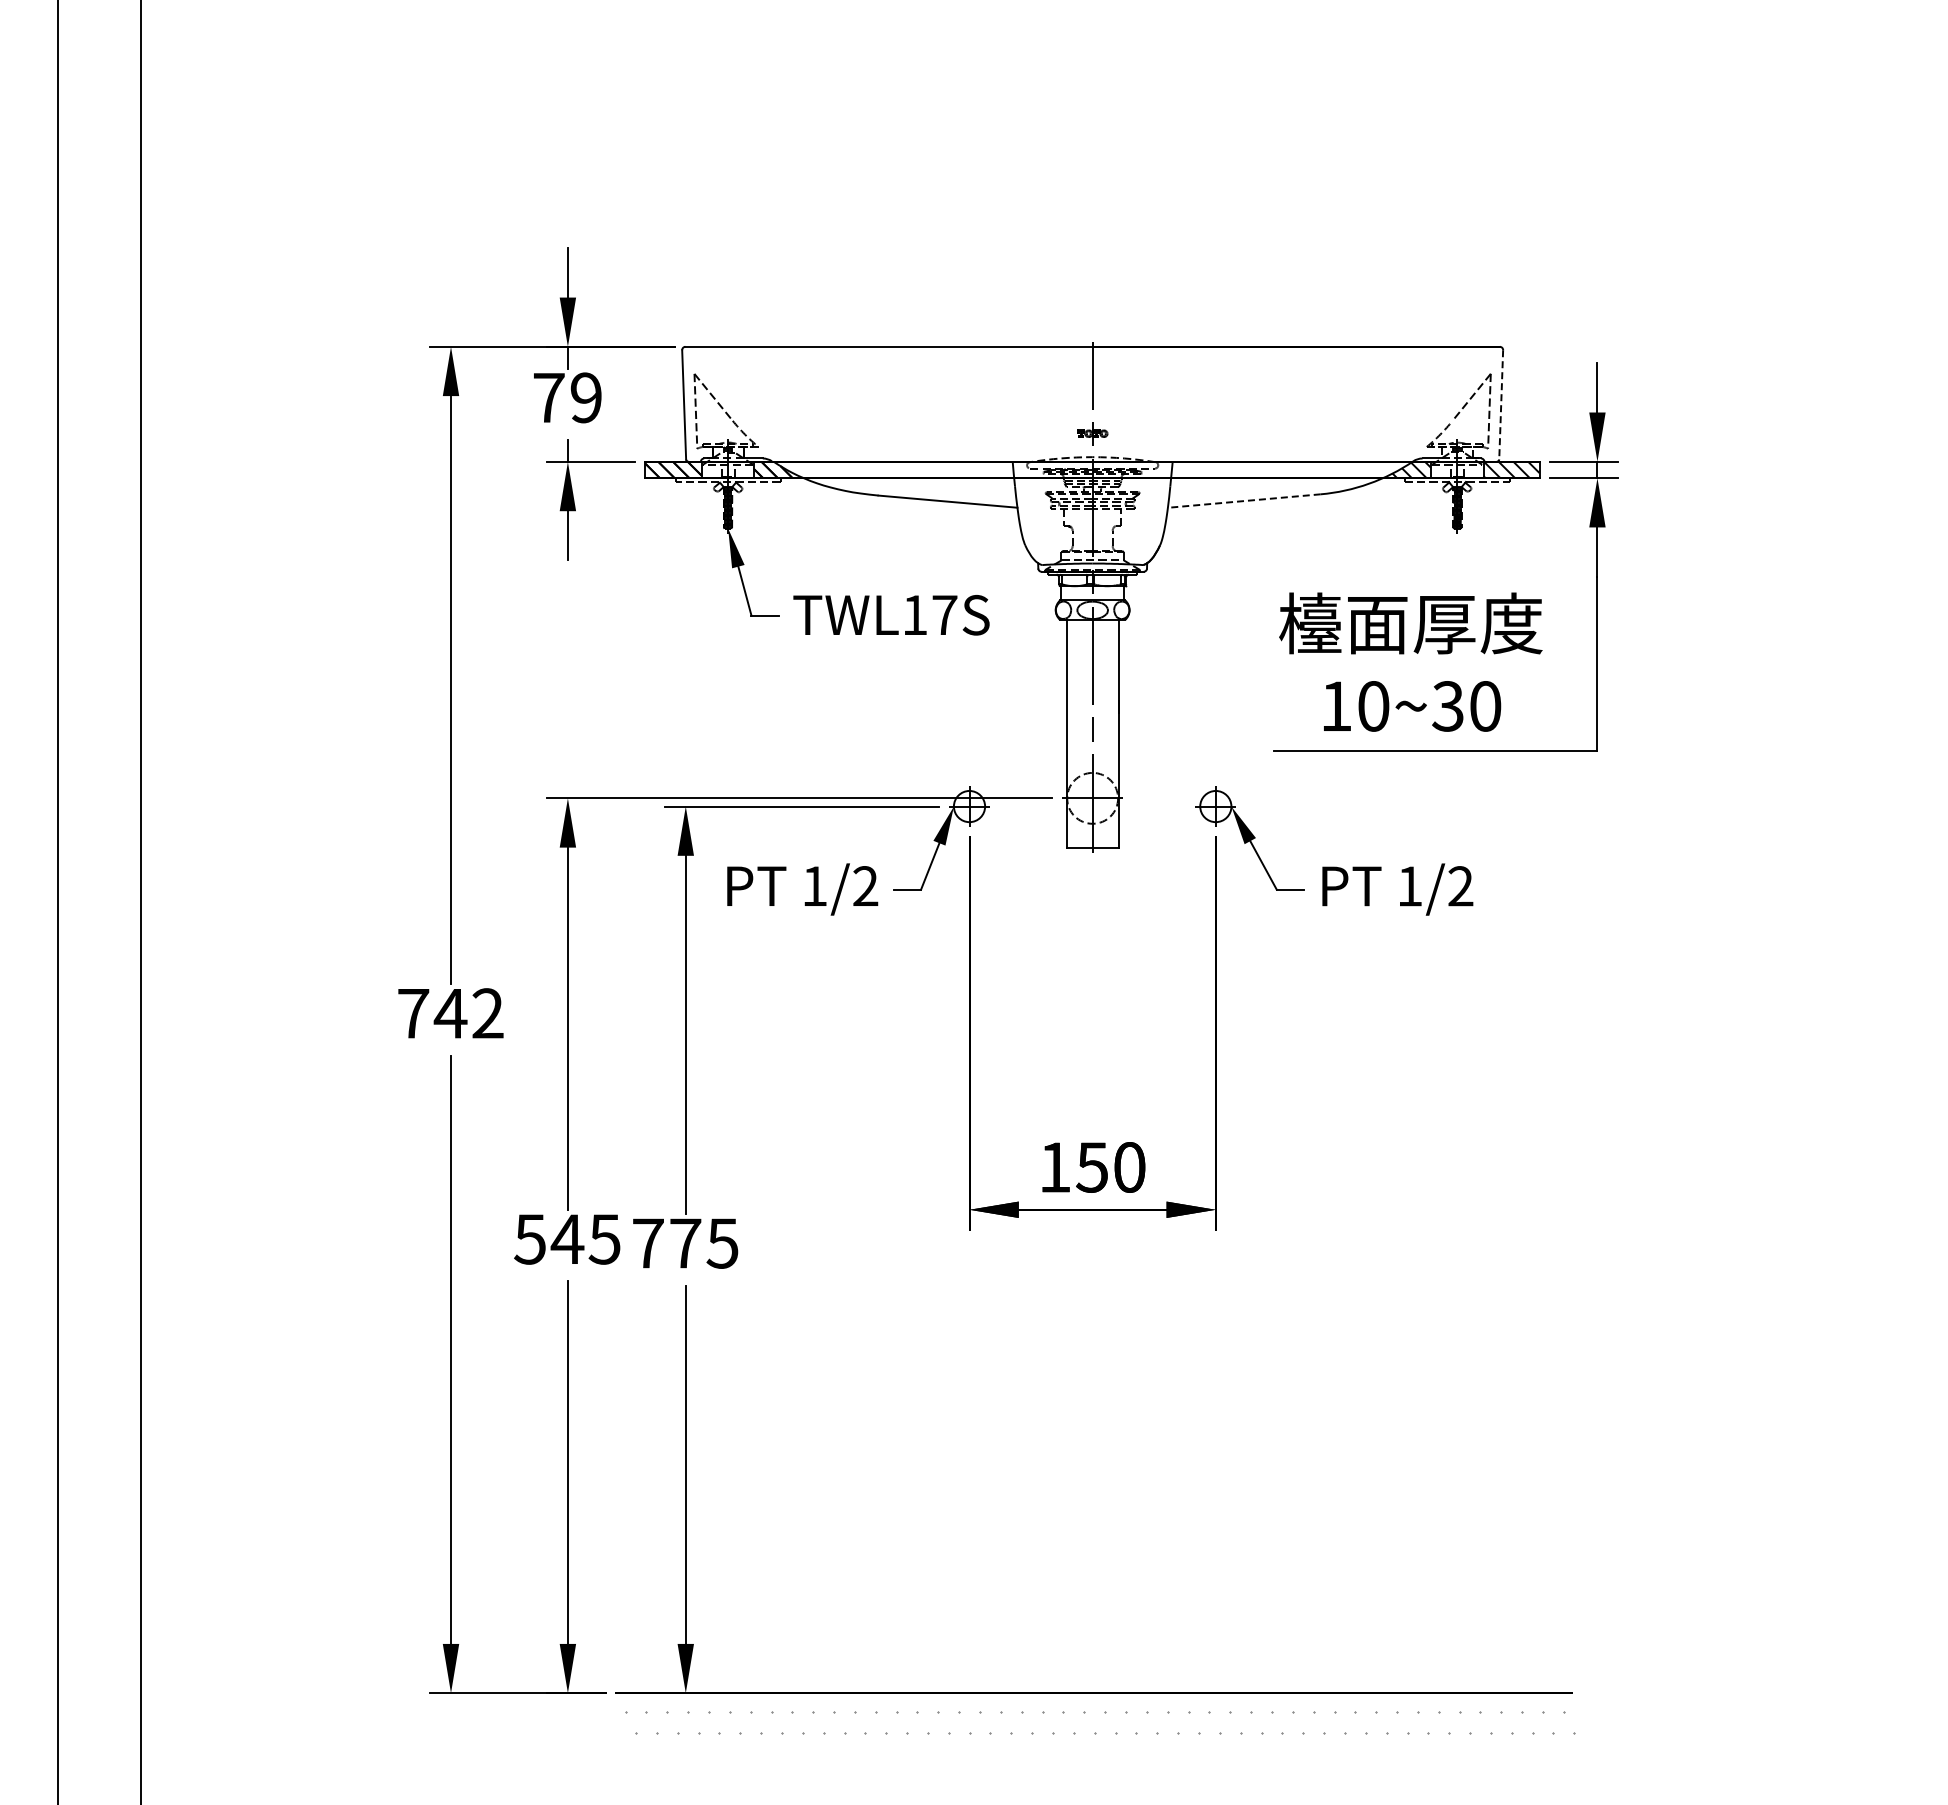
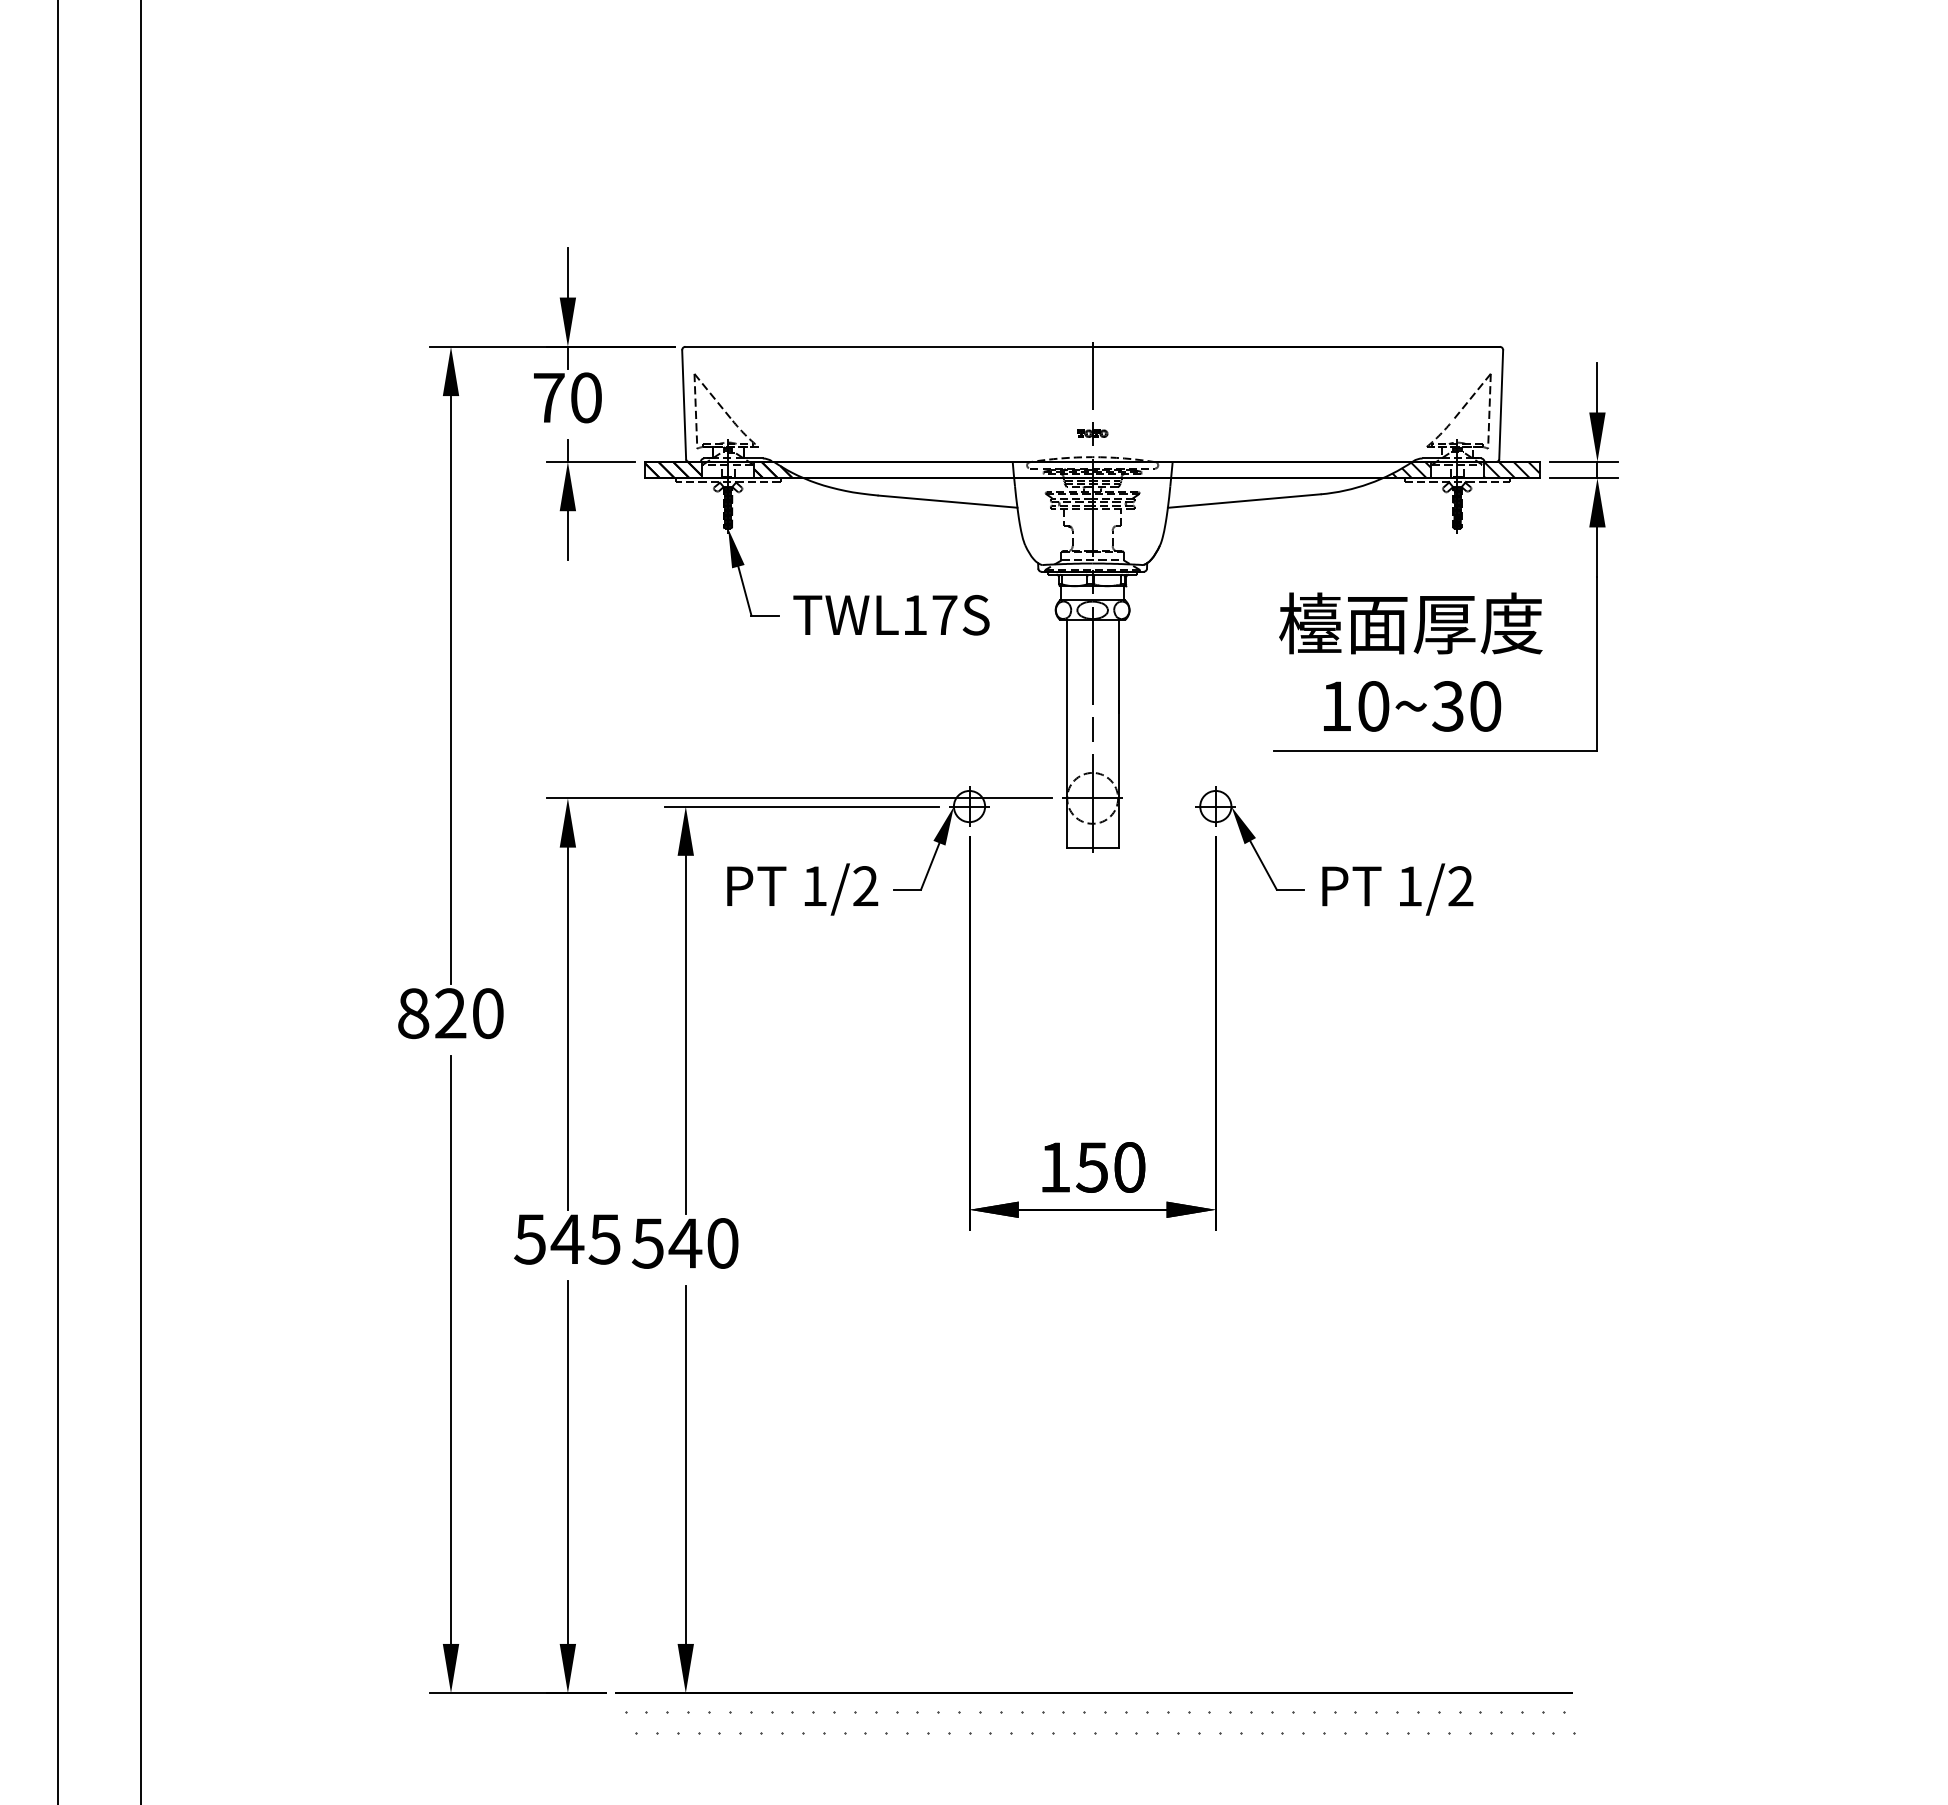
text at (585, 397): 79 -> 70
line at (1501, 404): dashed -> solid
line at (1244, 501): dashed -> solid
text at (450, 1013): 742 -> 820
text at (684, 1243): 775 -> 540
hatch at (1099, 1722): none -> present
